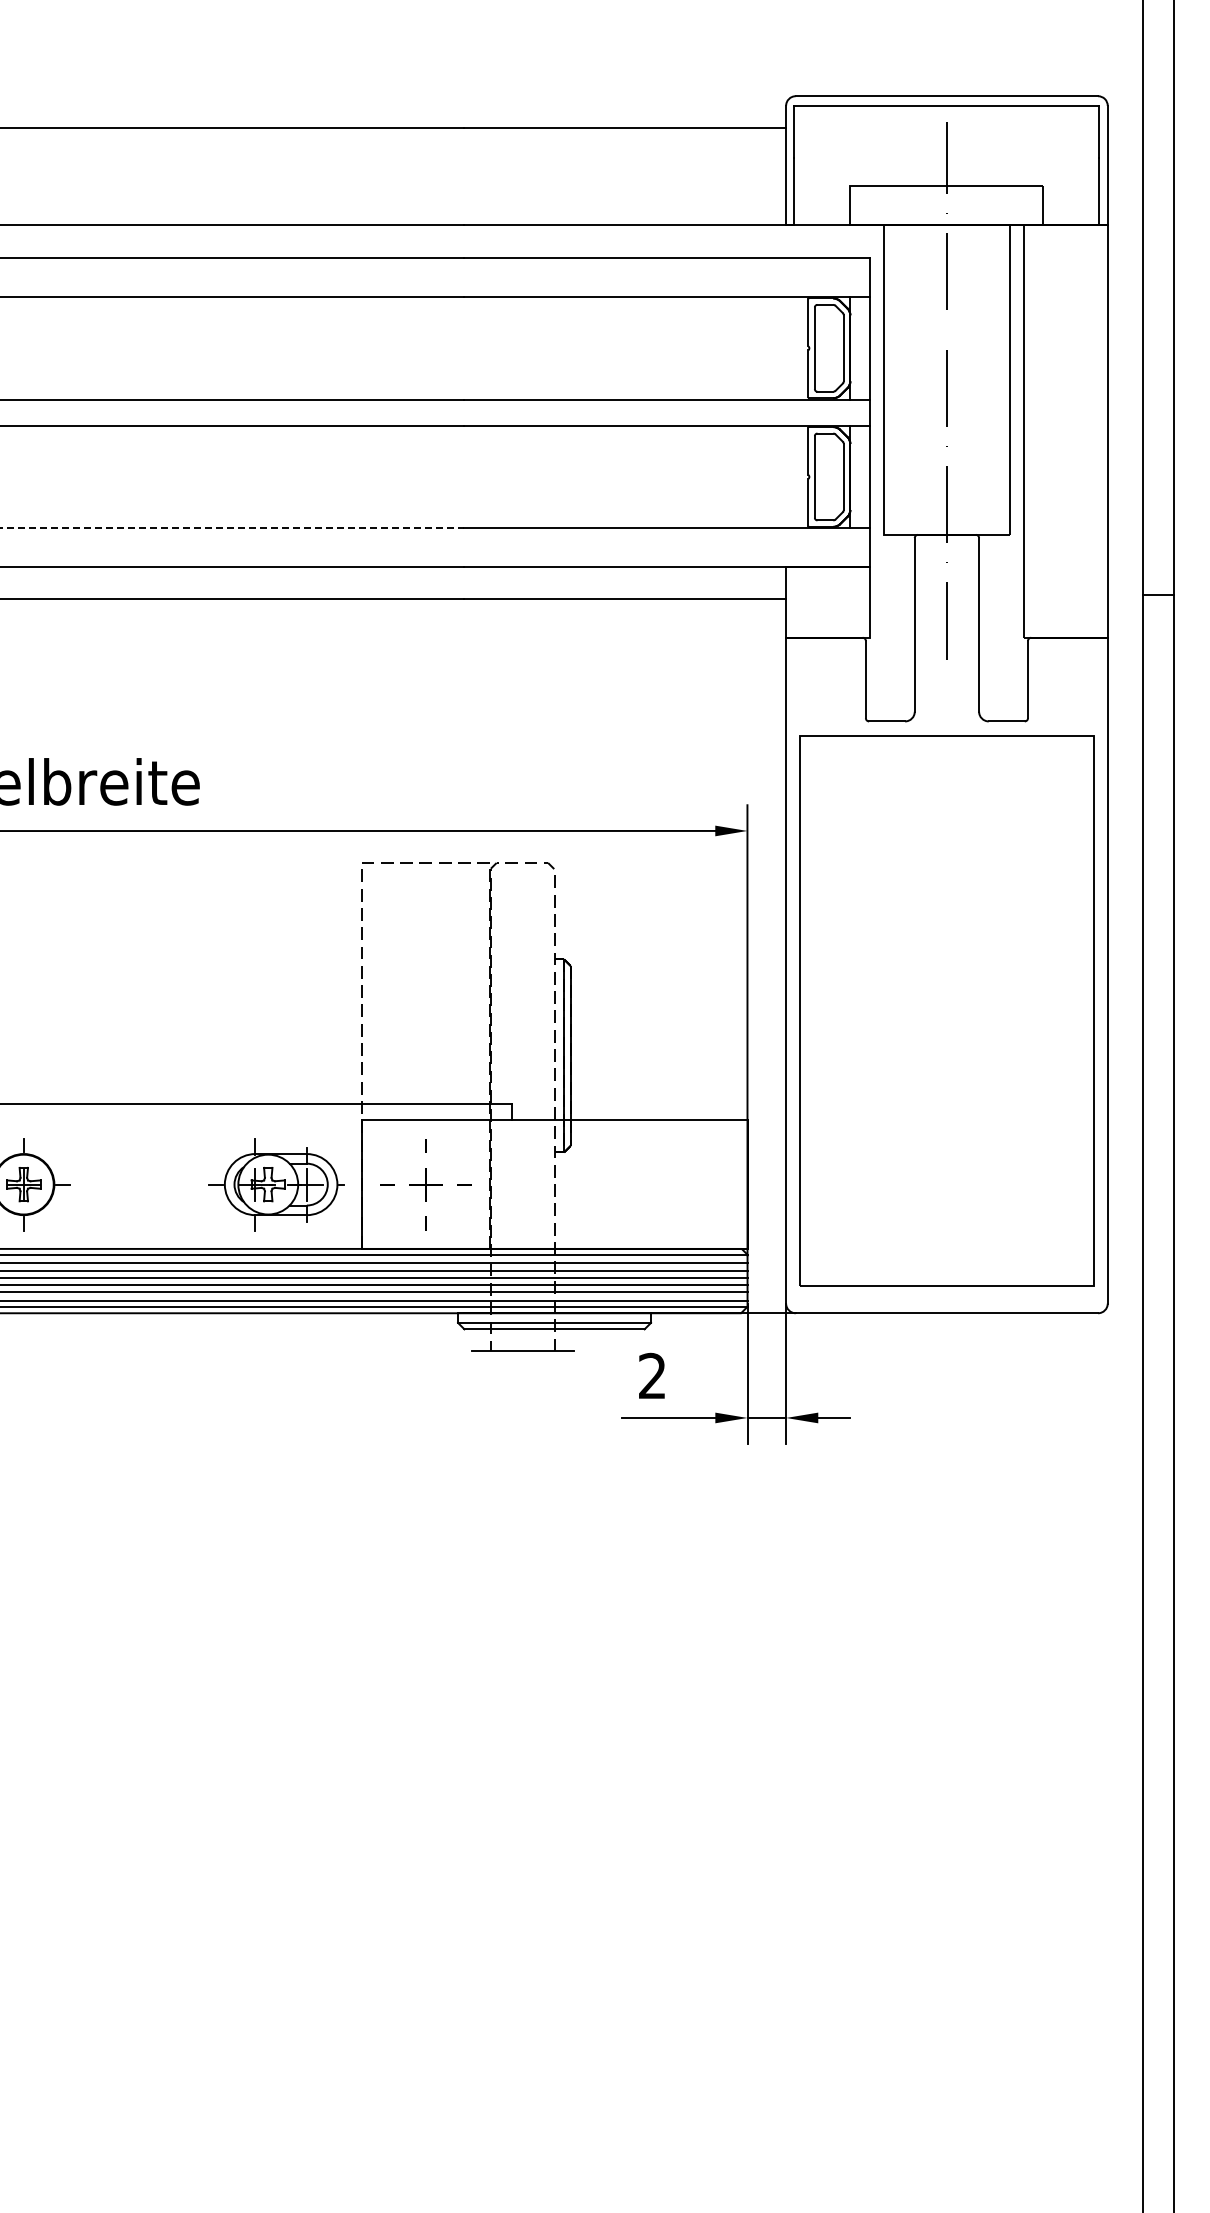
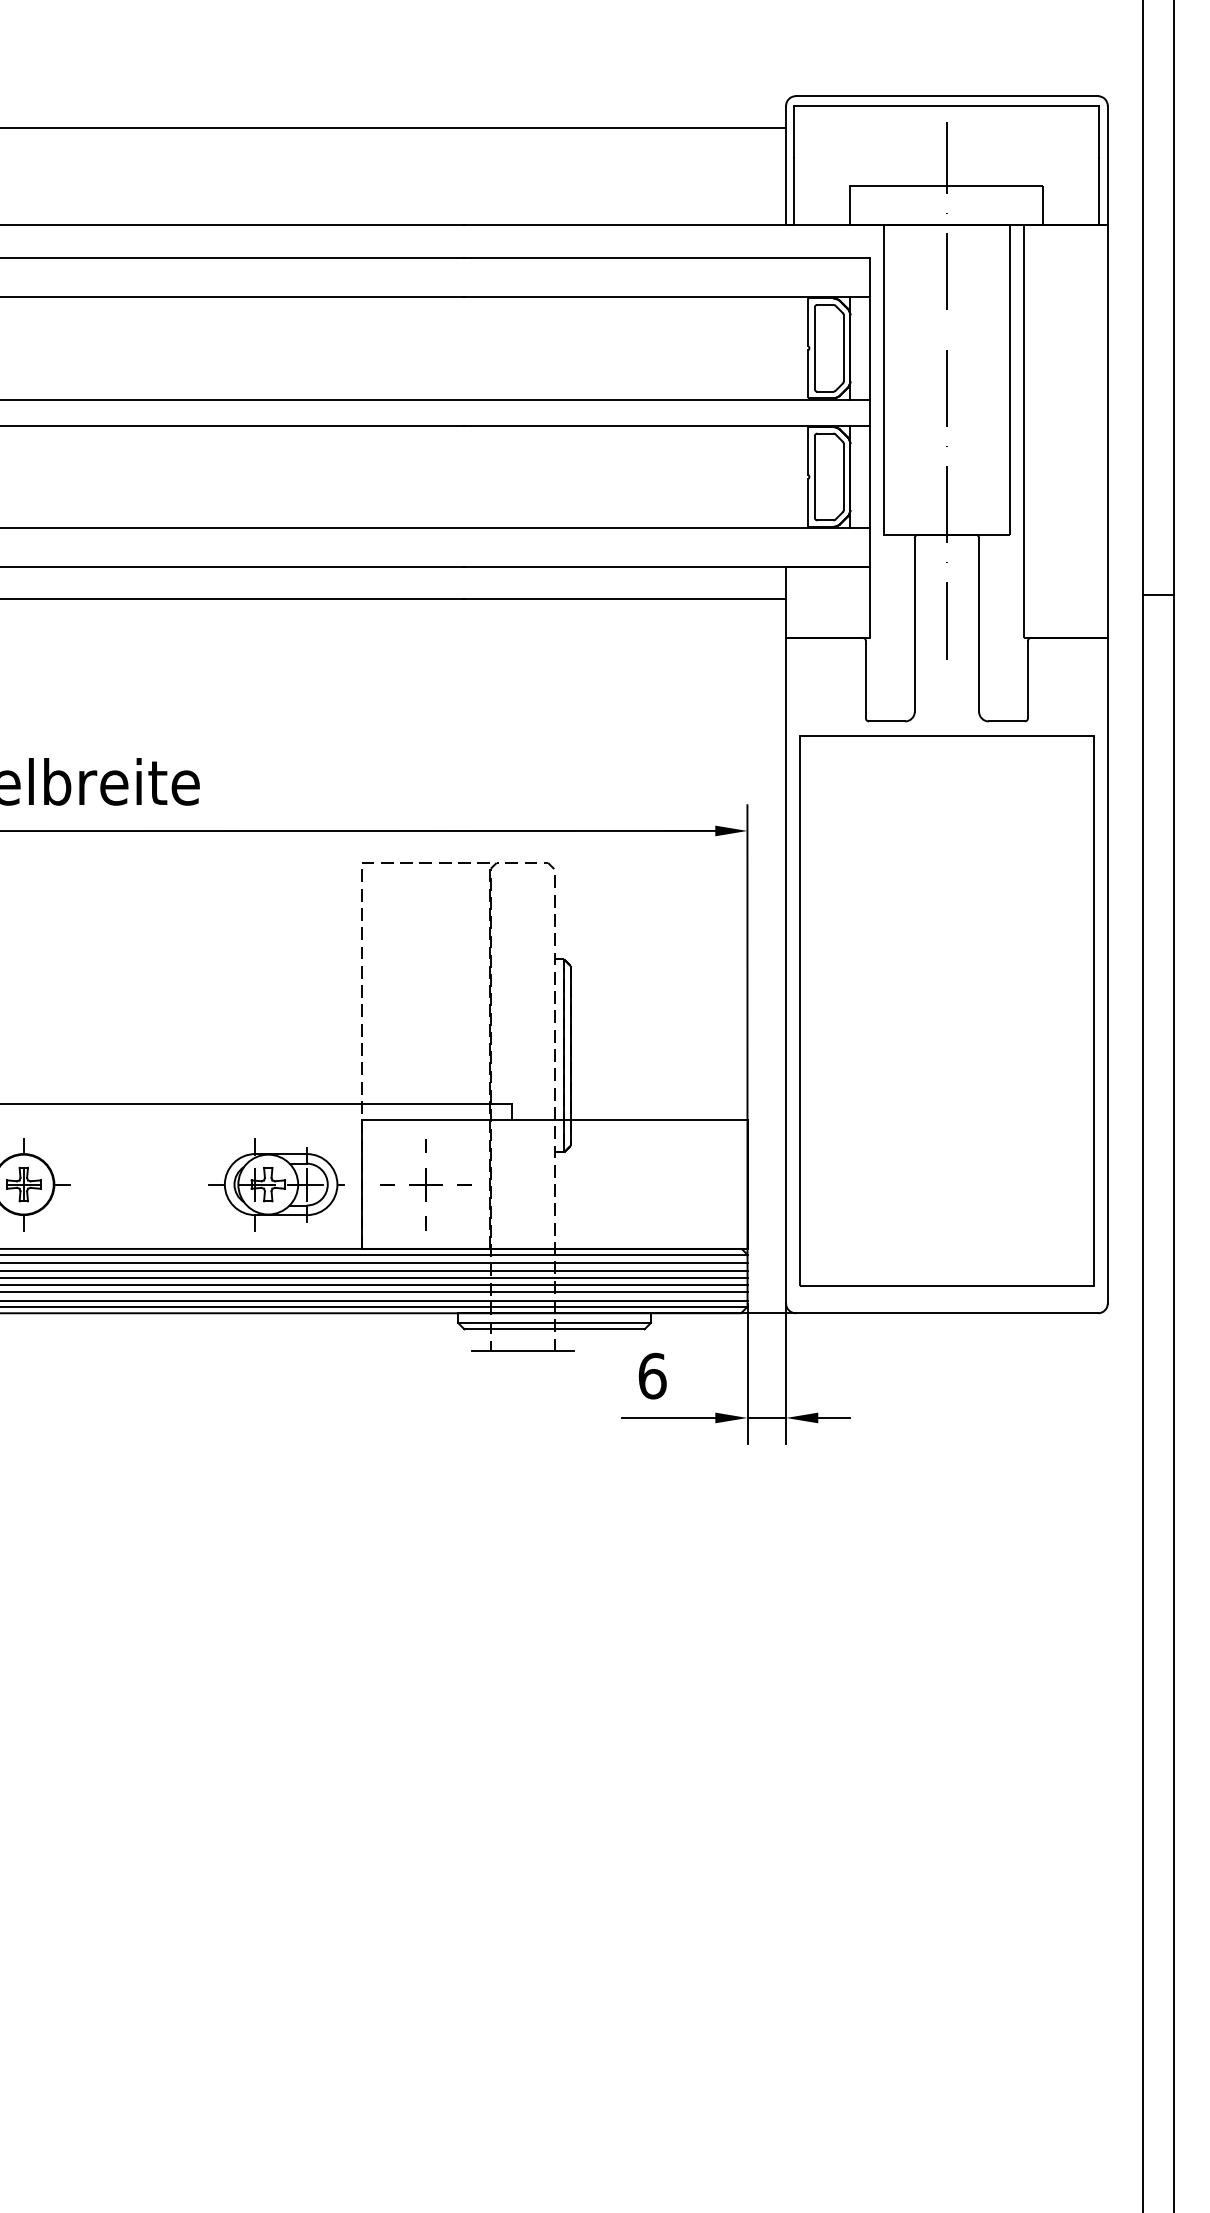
line at (232, 528): dashed -> solid
text at (652, 1375): 2 -> 6
